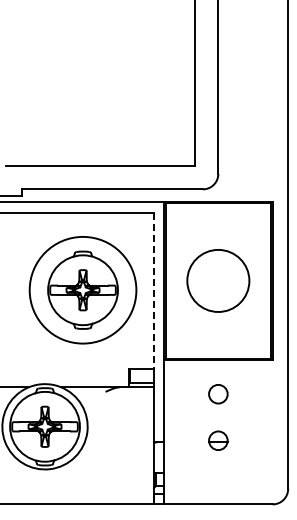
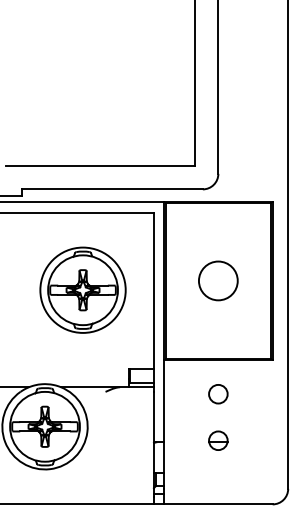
circle at (218, 280) diameter: 62 px -> 39 px
circle at (82, 289) diameter: 107 px -> 85 px
line at (153, 290): dashed -> solid
